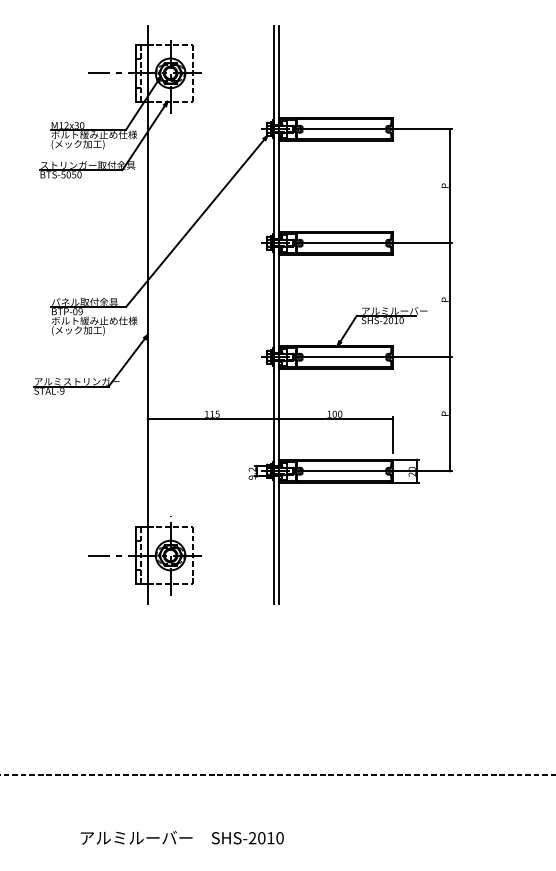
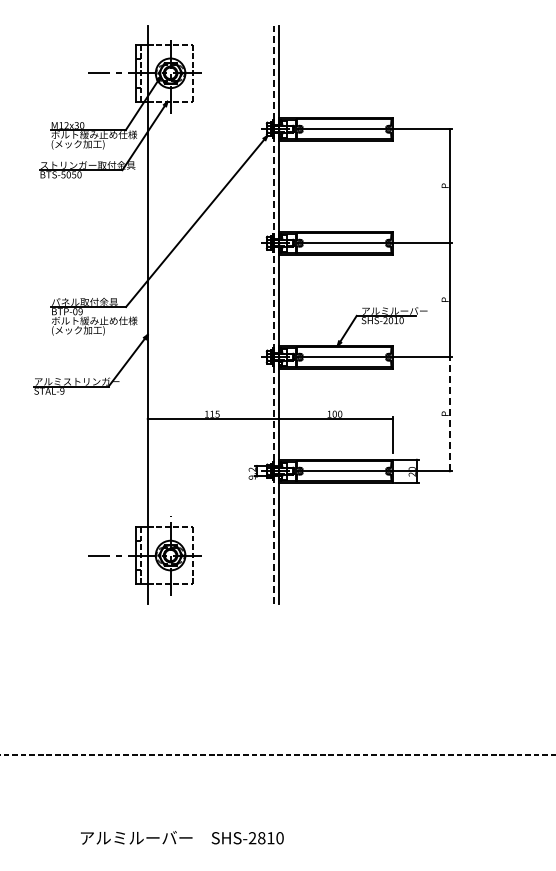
line at (274, 315): solid -> dashed
line at (449, 414): solid -> dashed
line at (277, 774) position: (277, 774) -> (277, 754)
text at (261, 838): SHS-2010 -> SHS-2810
